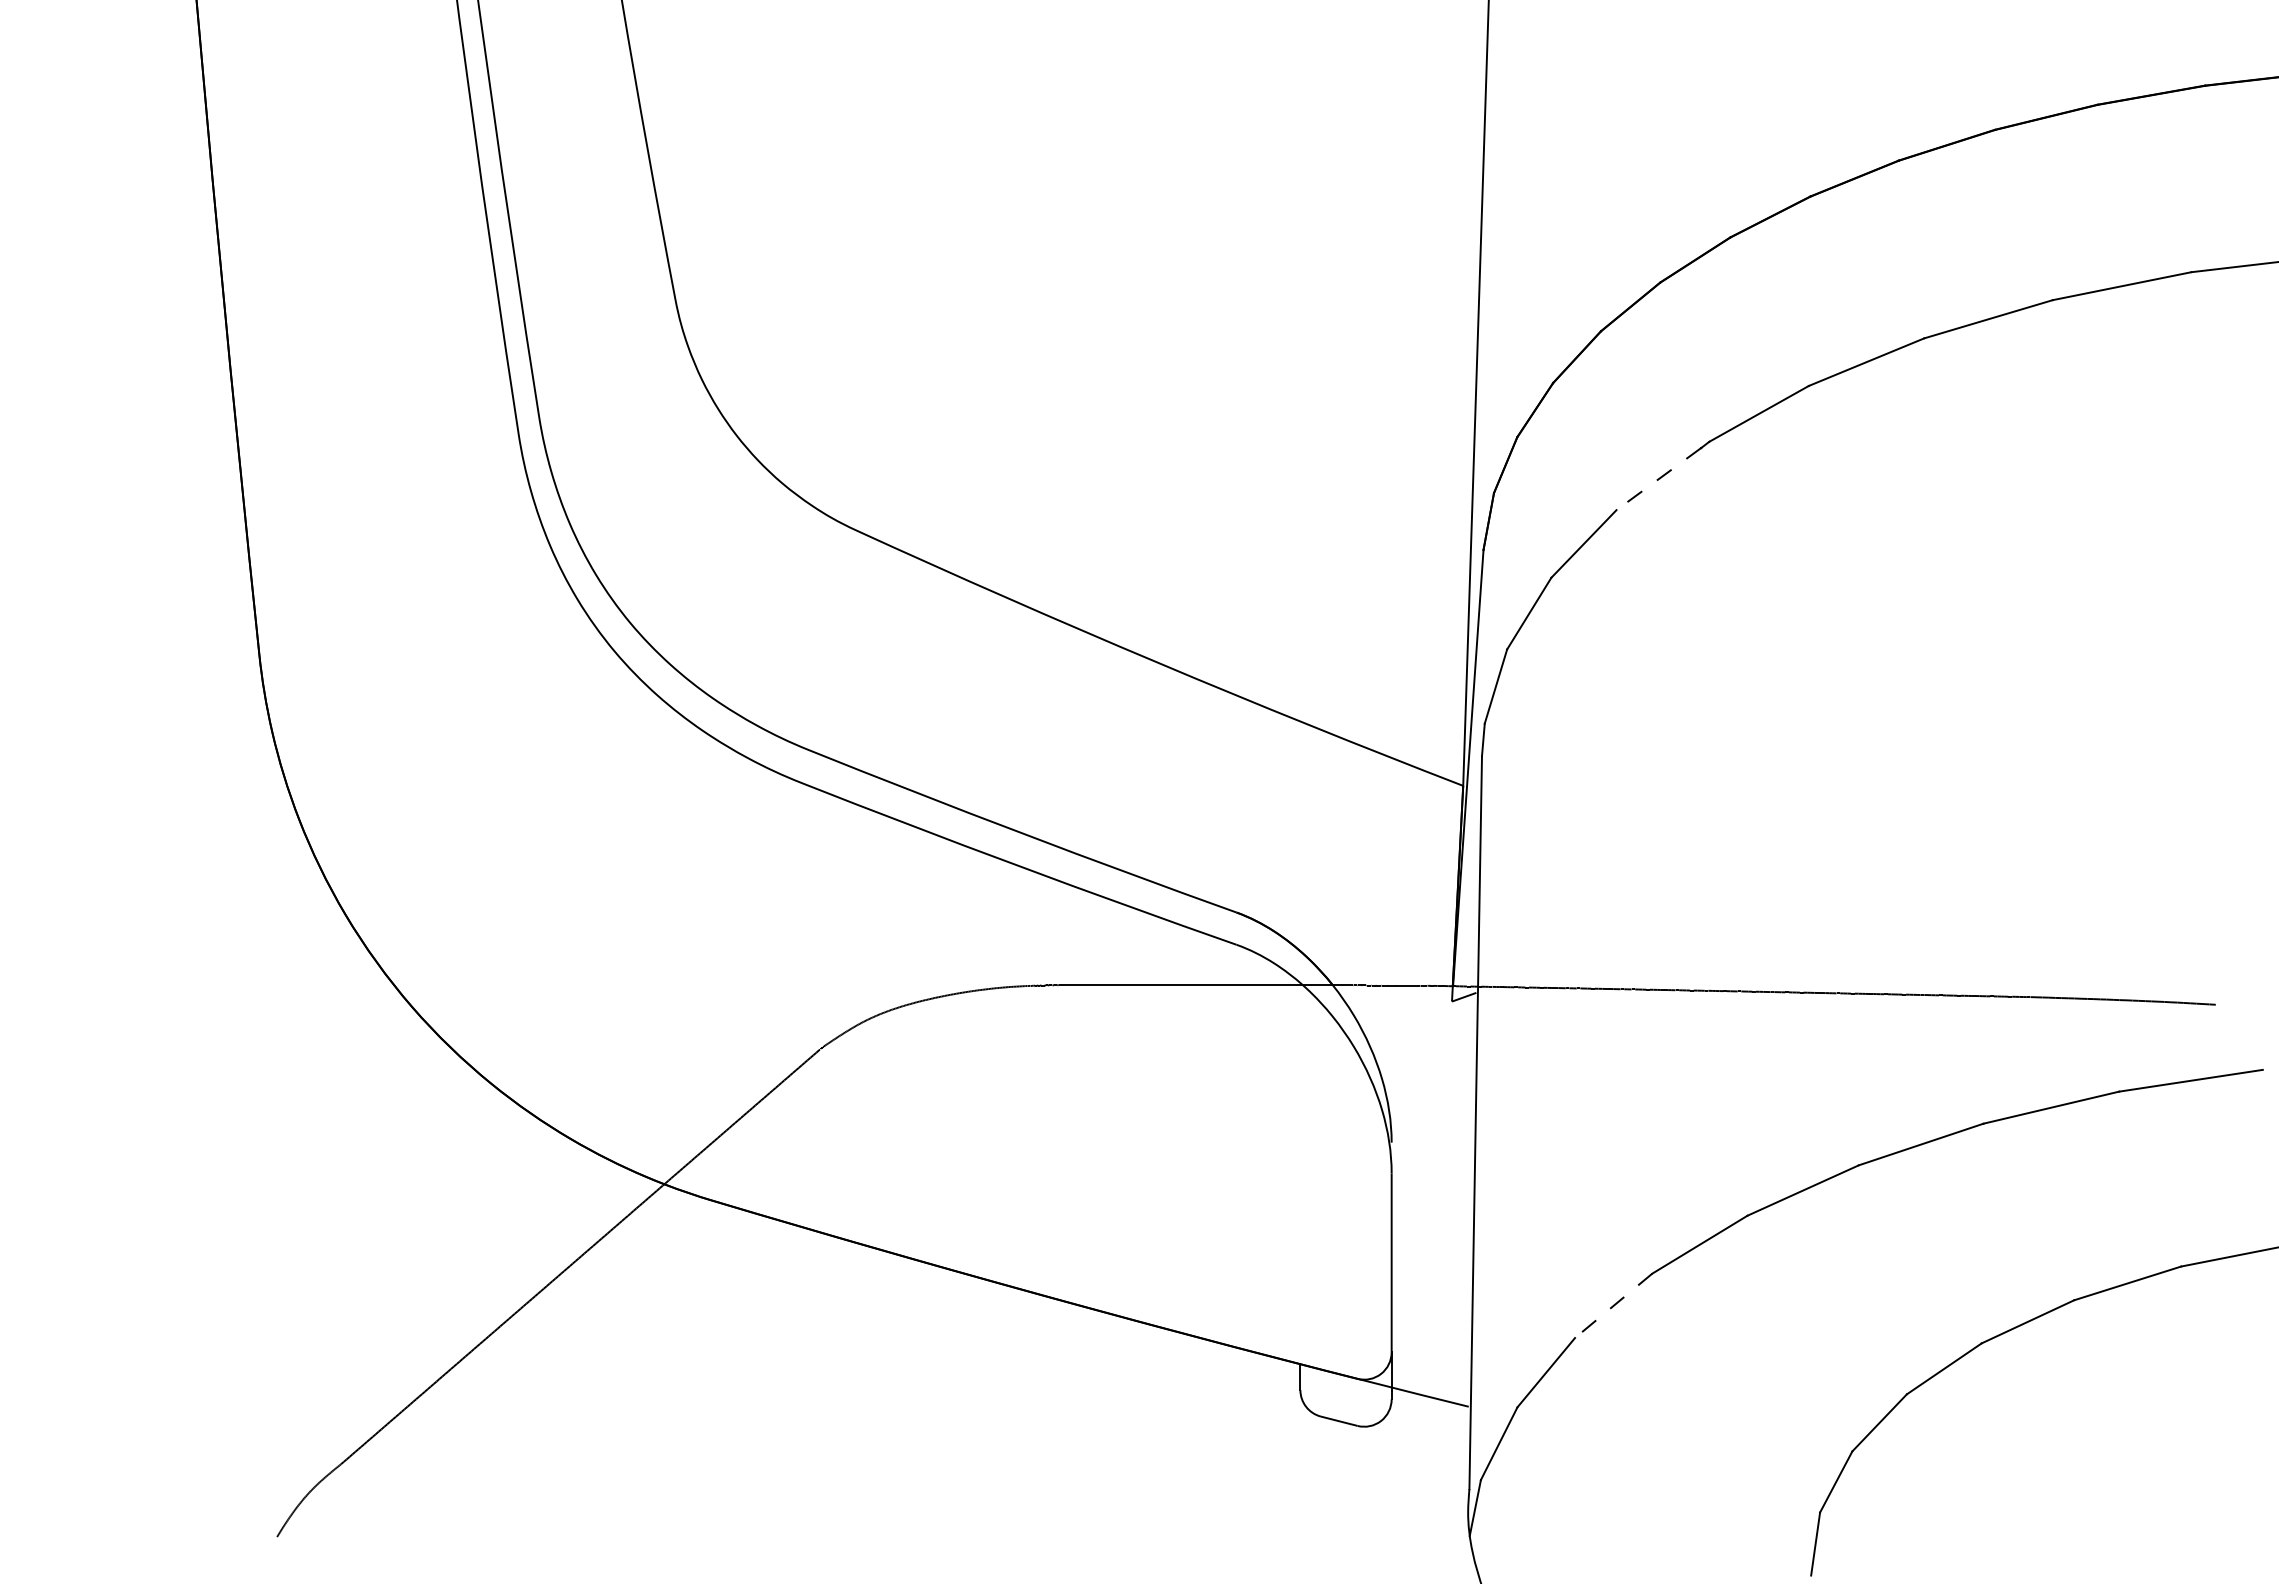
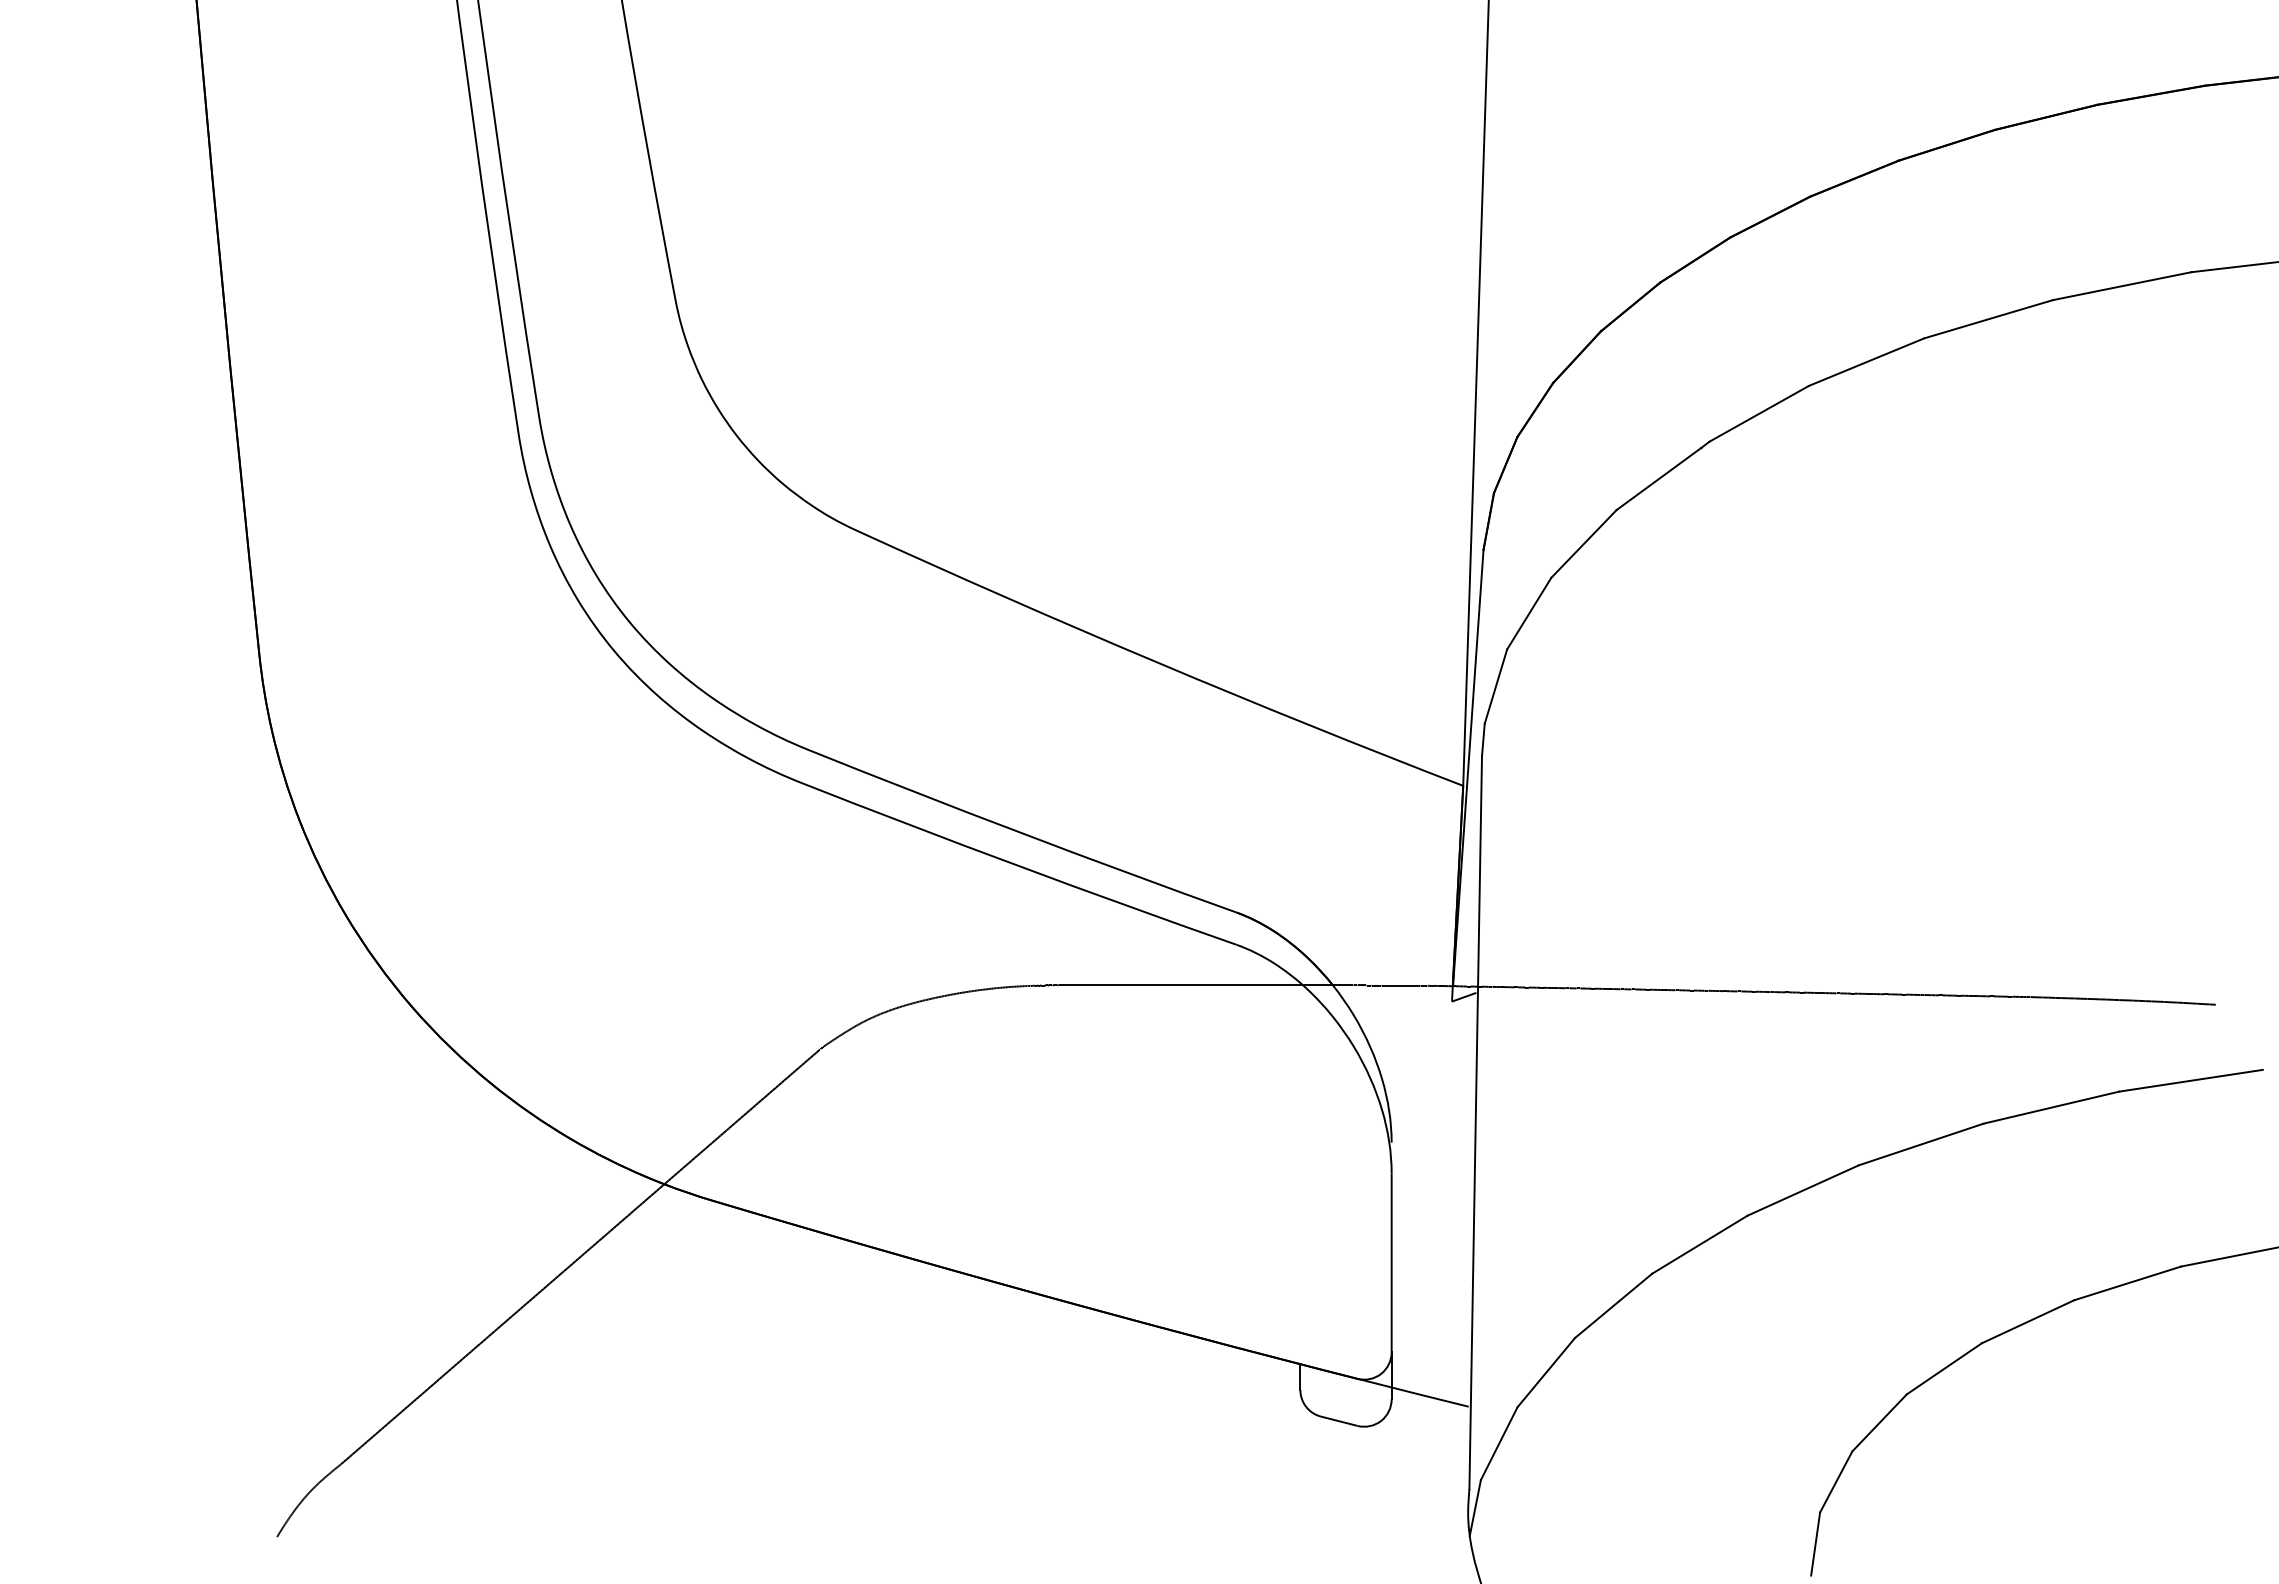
line at (1658, 479): dashed -> solid
line at (1613, 1306): dashed -> solid
